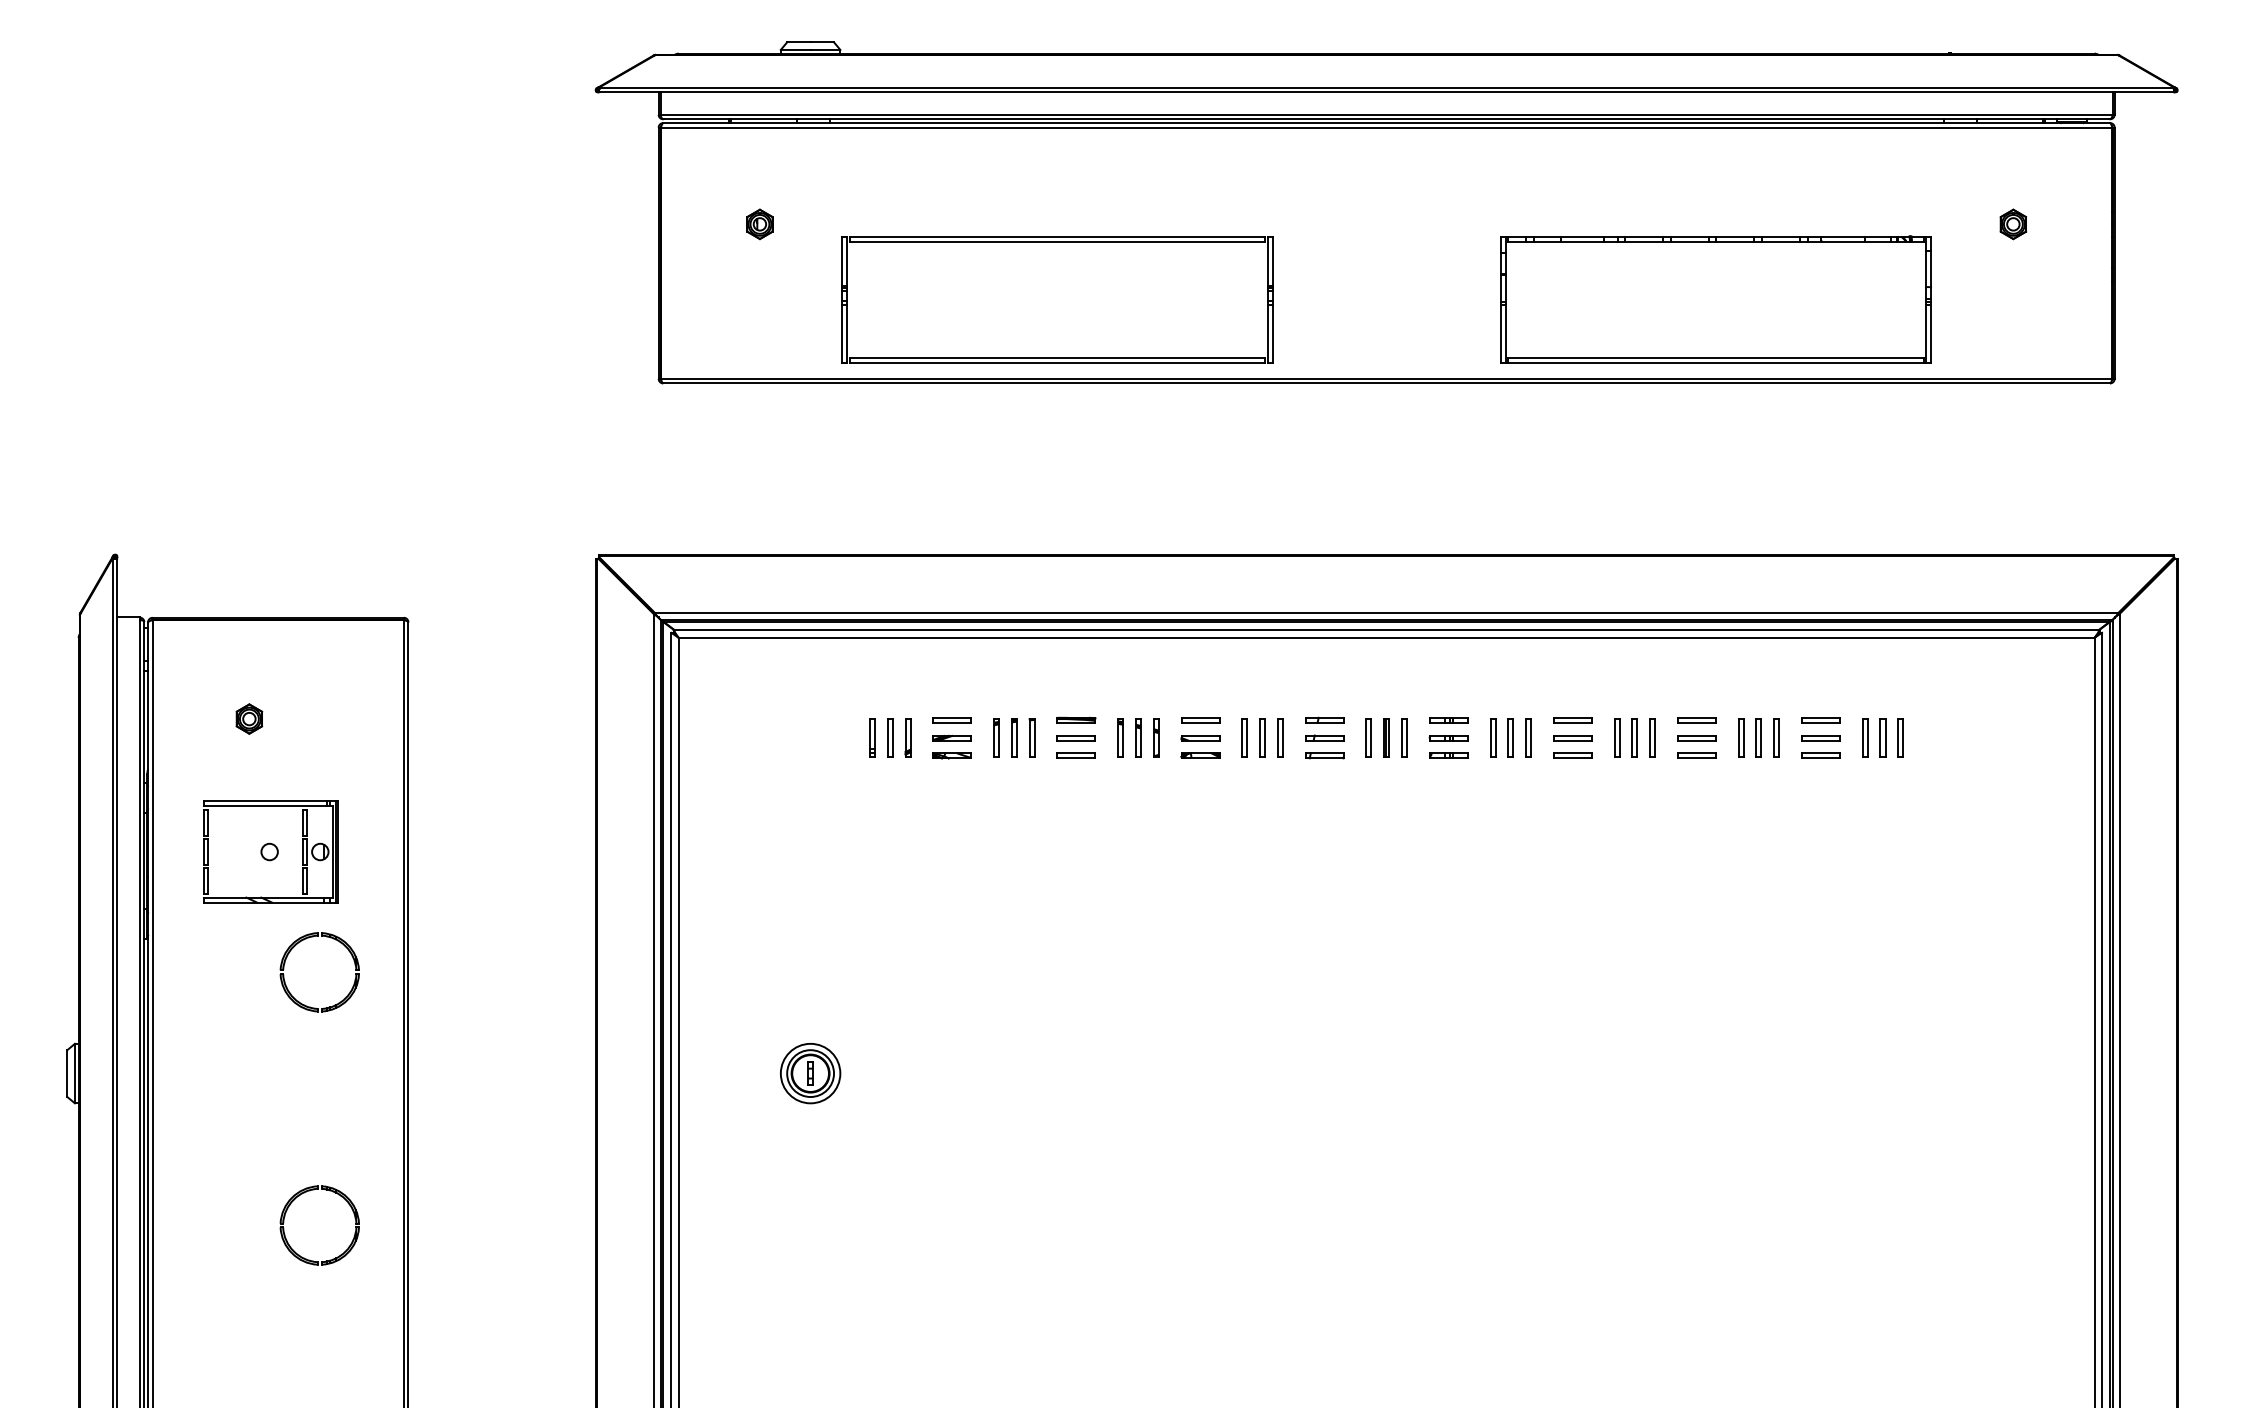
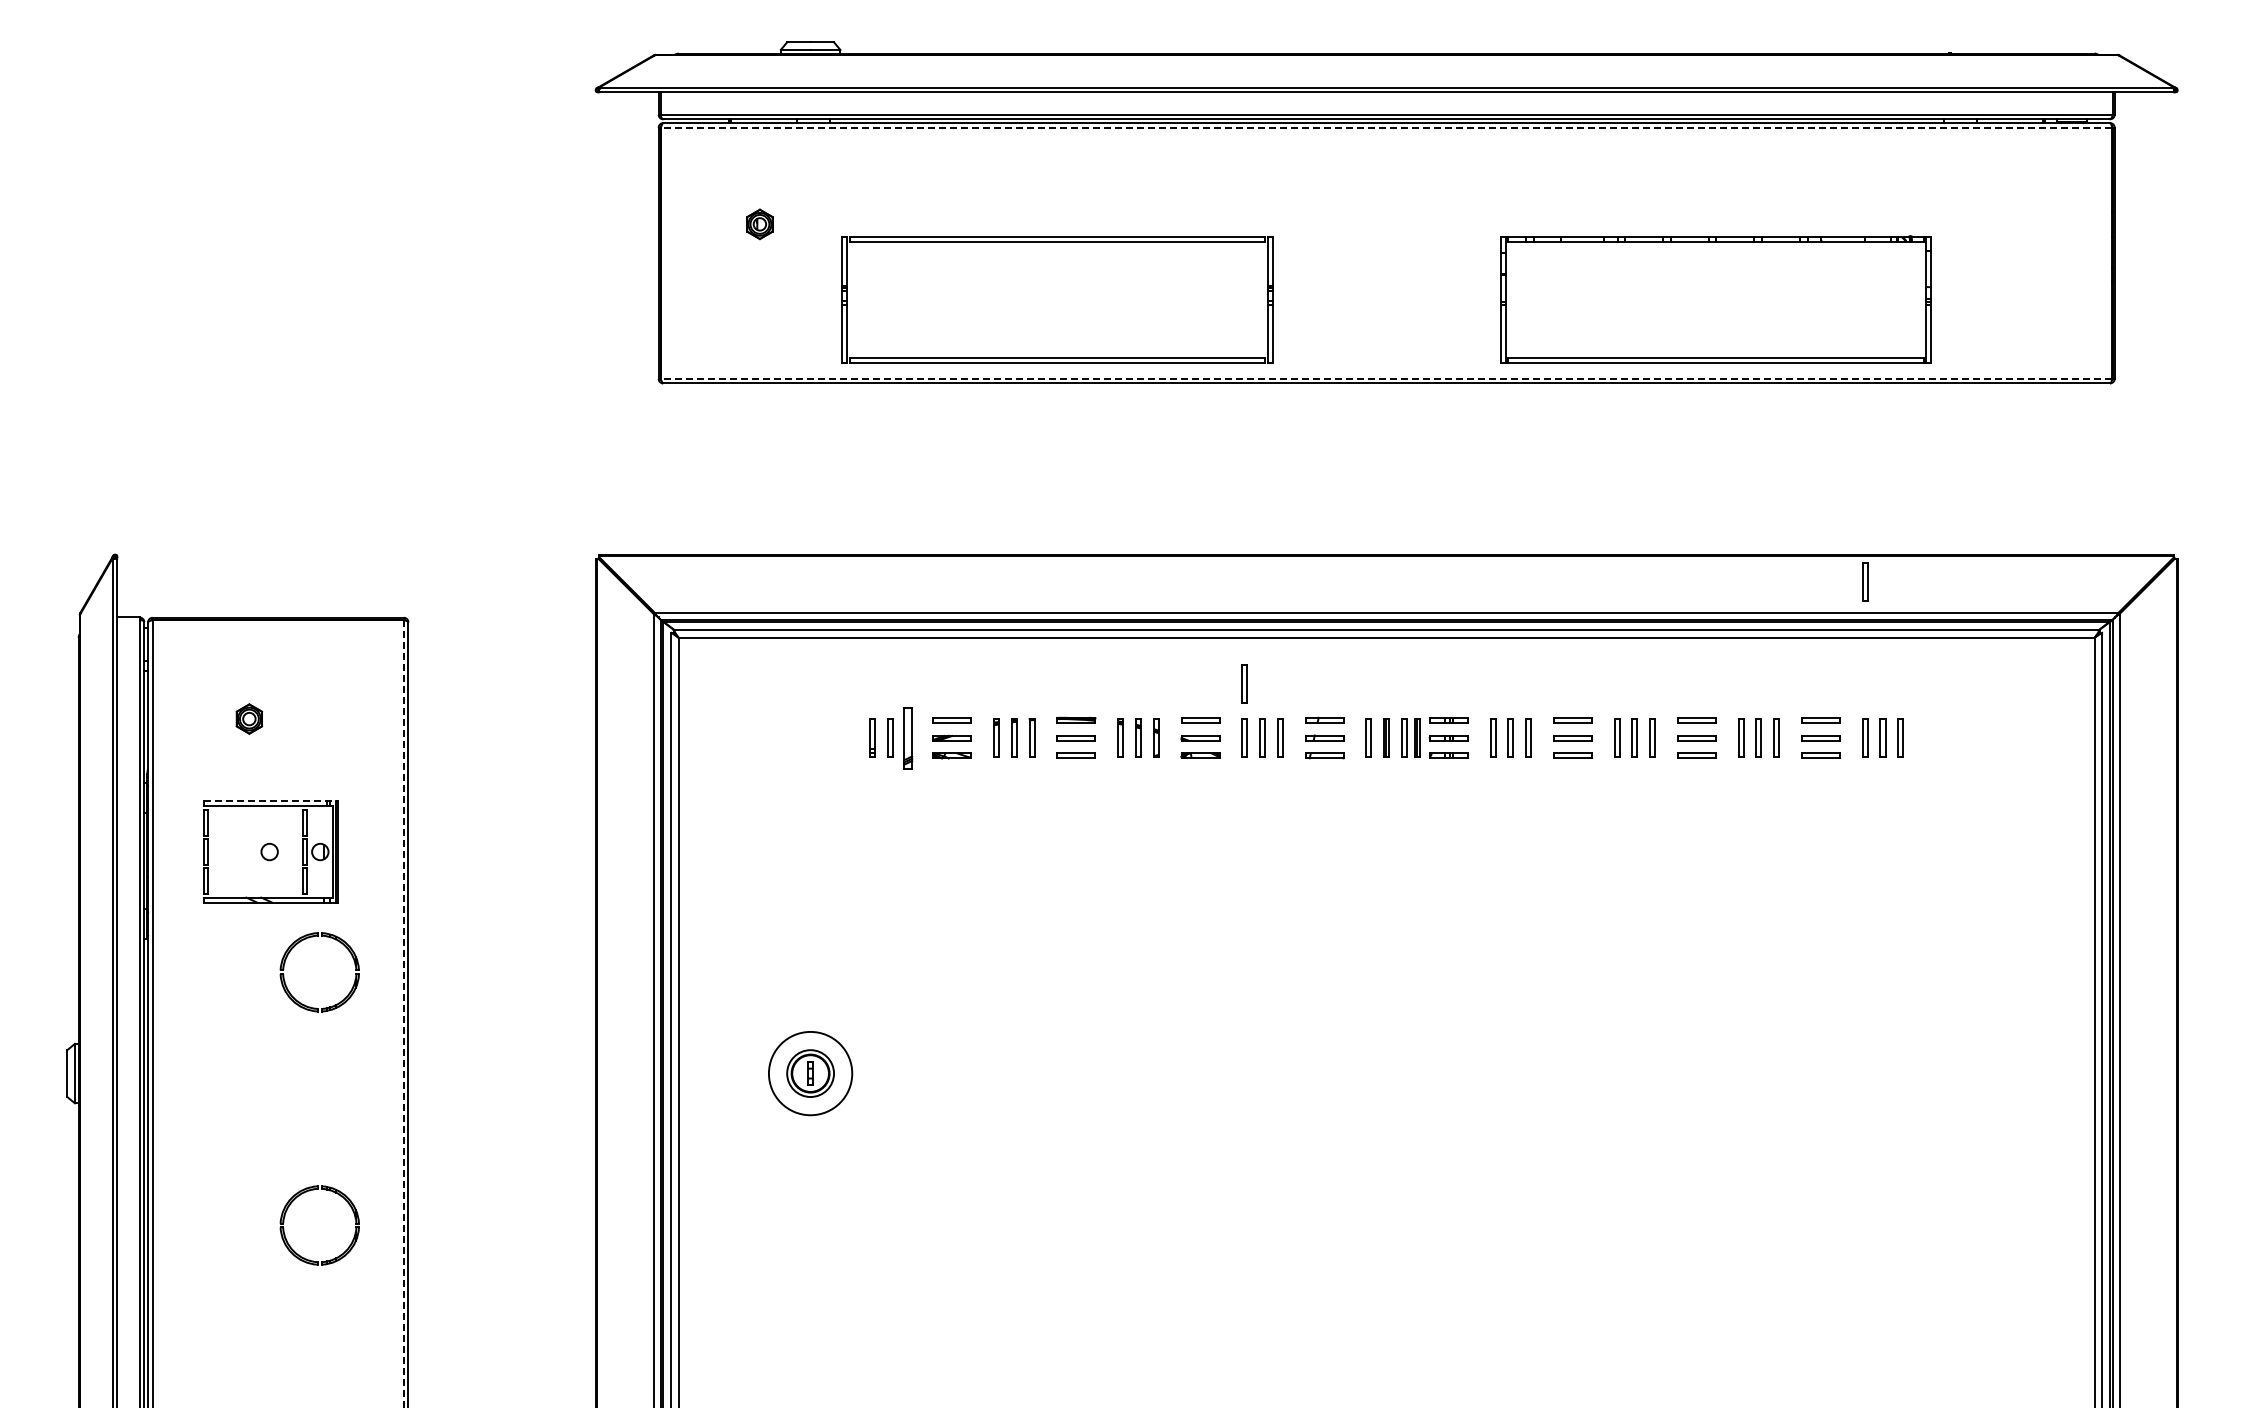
line at (1386, 127): solid -> dashed
part at (2013, 224): present -> none
line at (1386, 378): solid -> dashed
part at (1865, 581): none -> present
part at (1244, 683): none -> present
part at (907, 737) size: 8x40 px -> 11x63 px
part at (1417, 737): none -> present
line at (271, 801): solid -> dashed
line at (403, 1013): solid -> dashed
circle at (810, 1073) diameter: 60 px -> 83 px
